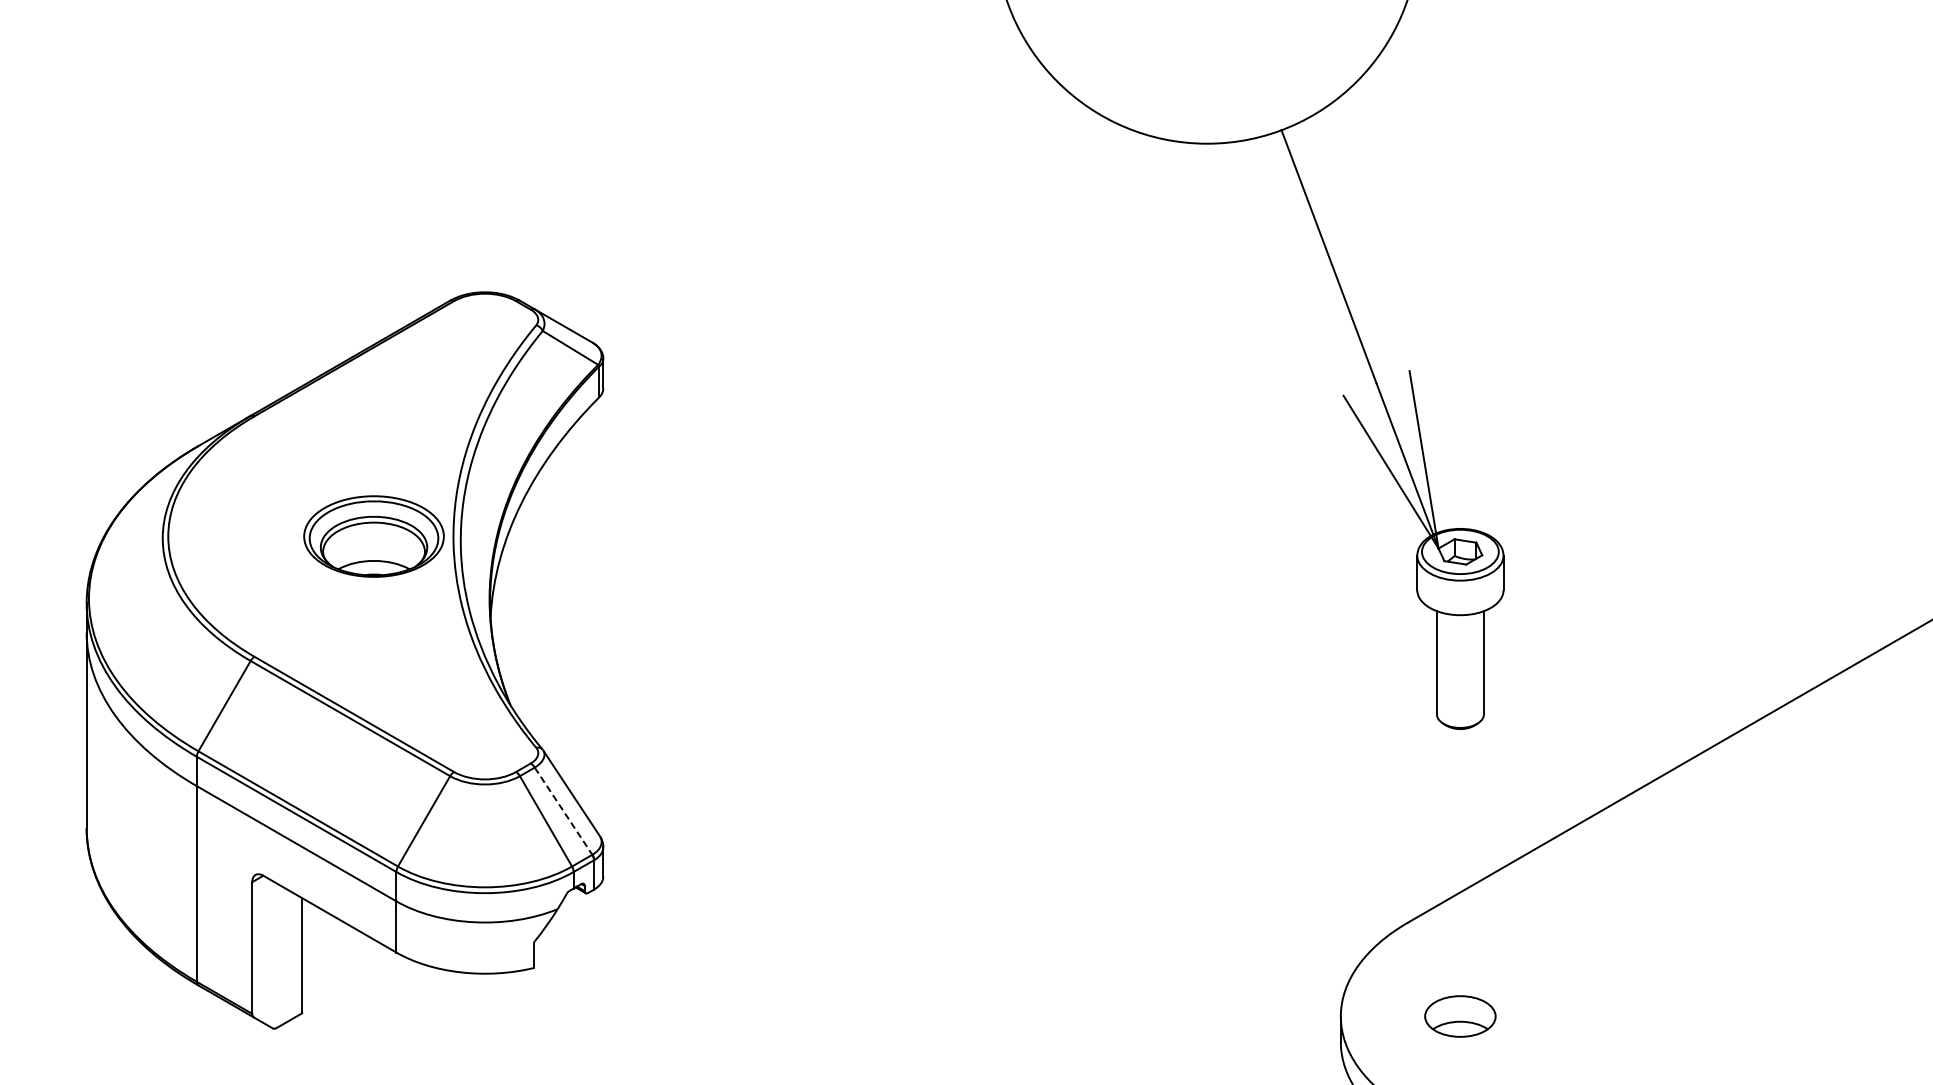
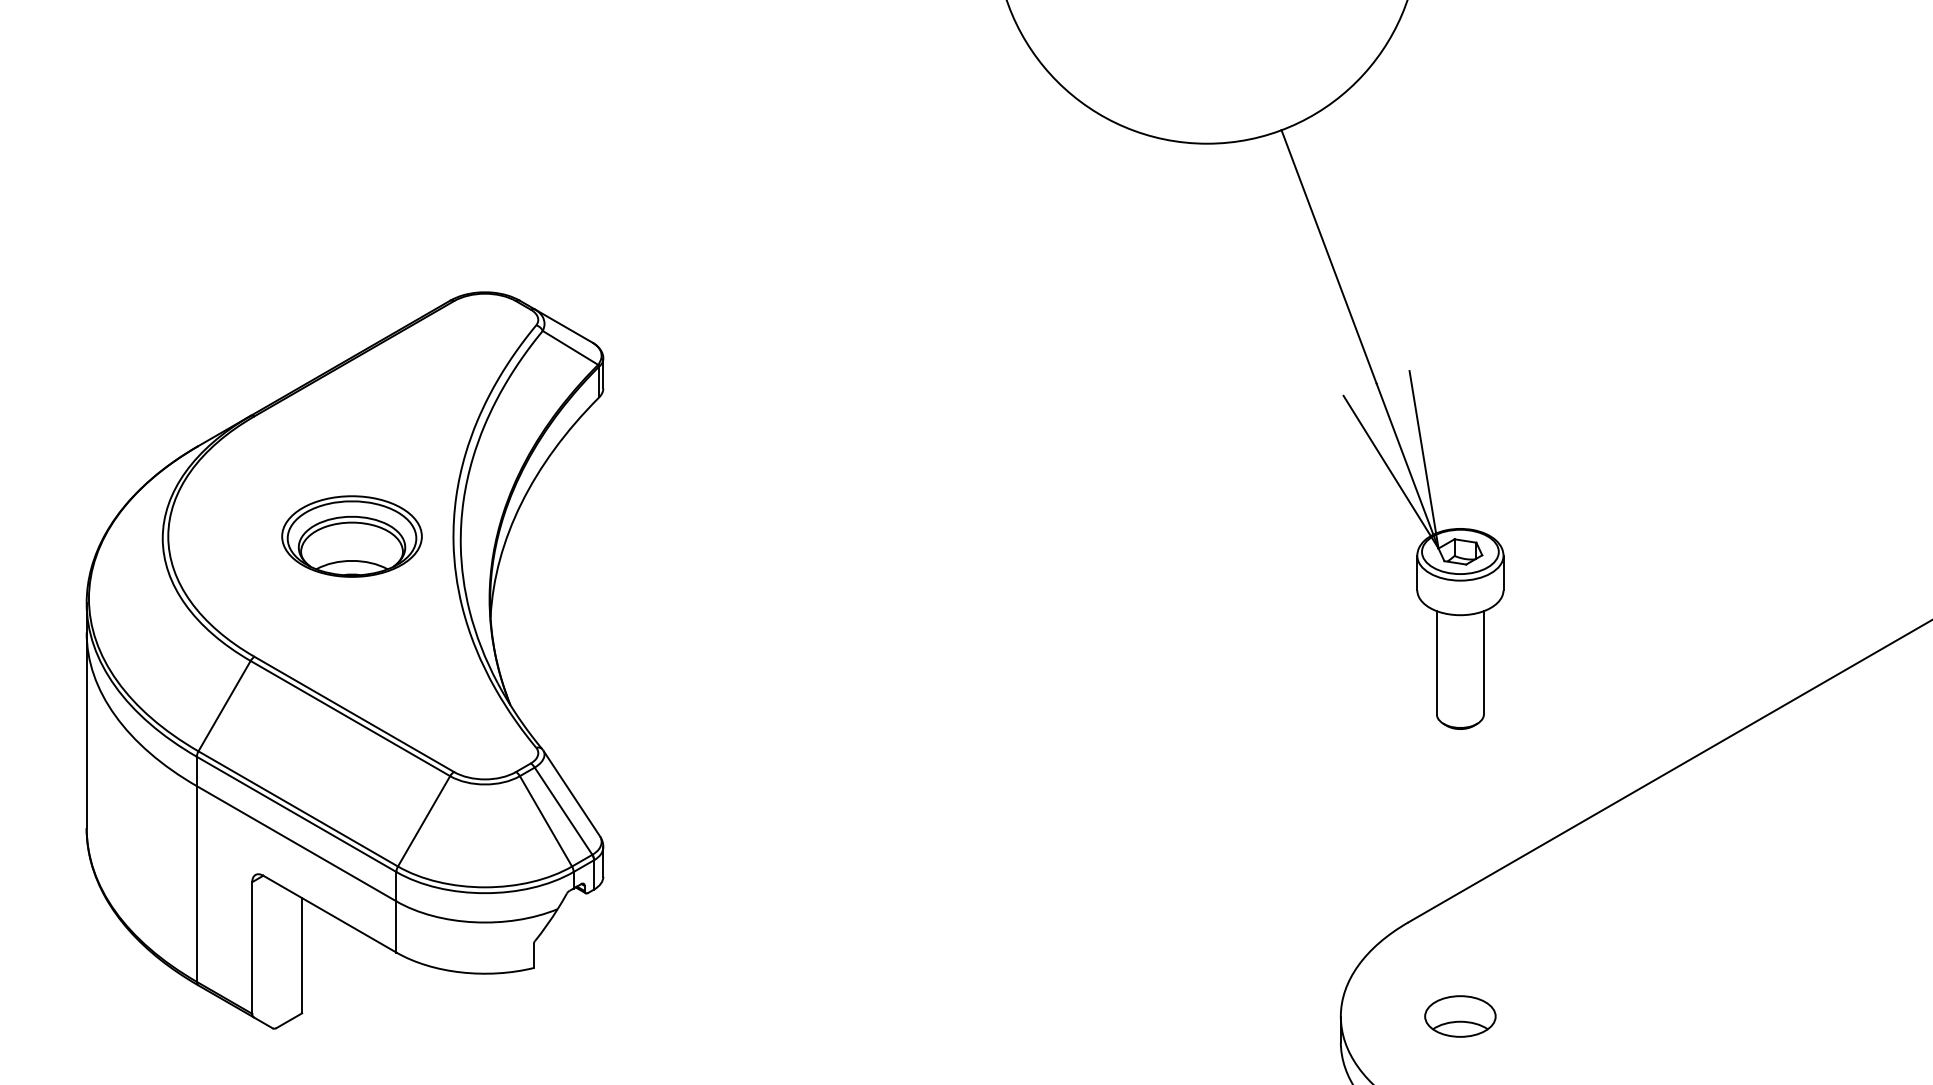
part at (373, 536) position: (373, 536) -> (351, 536)
line at (563, 811): dashed -> solid
